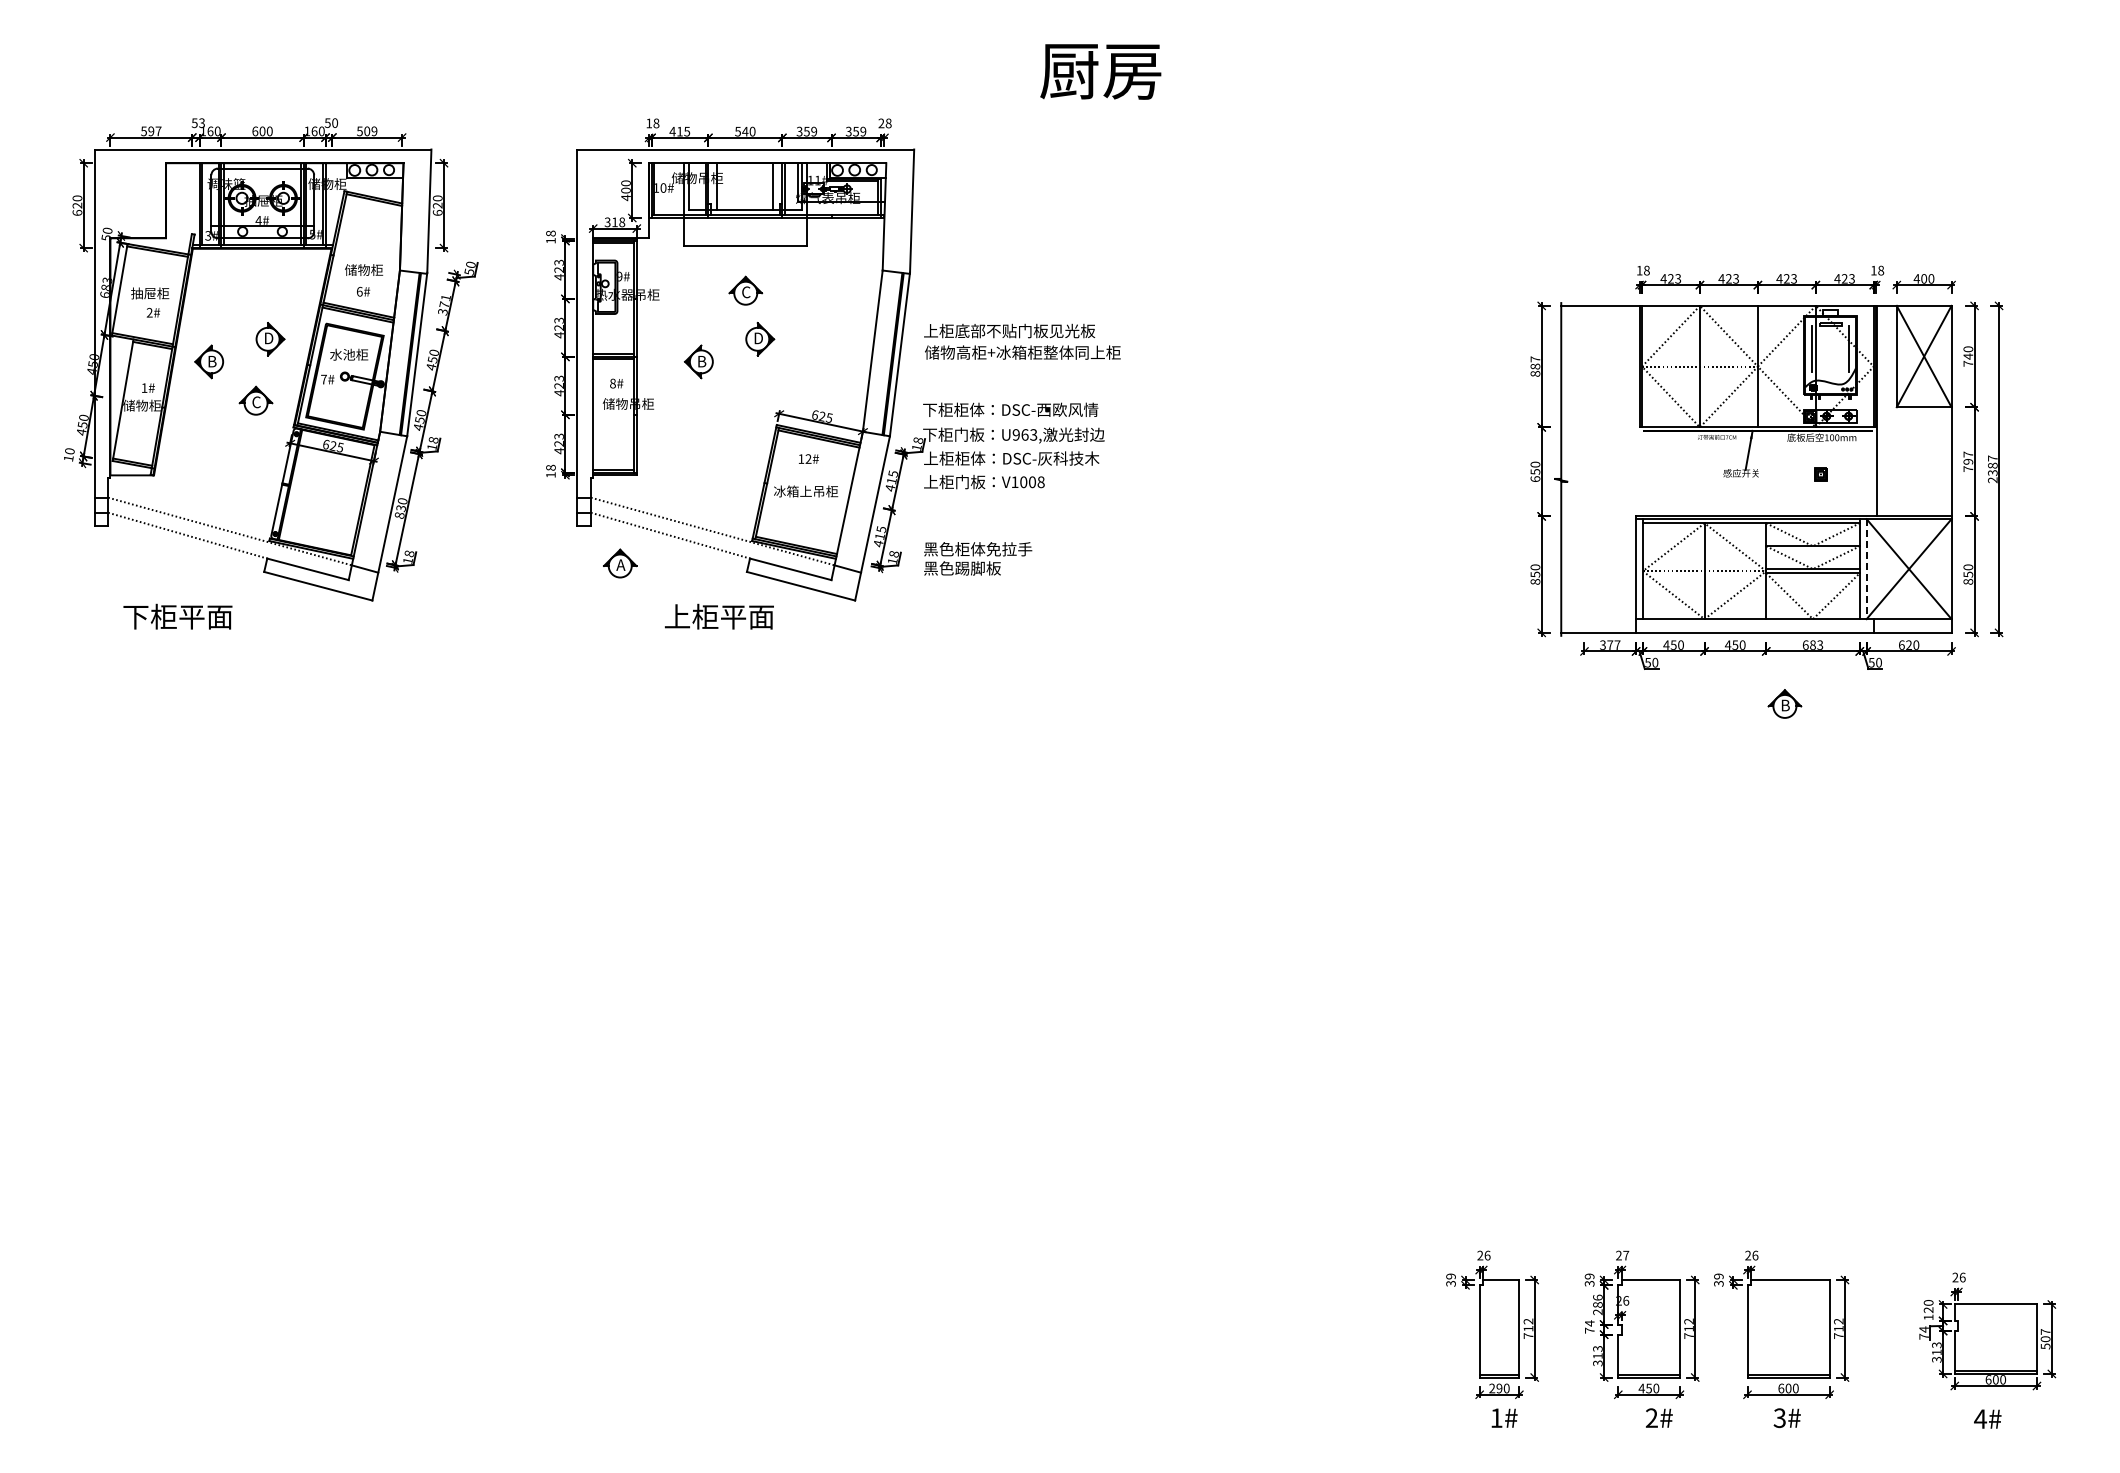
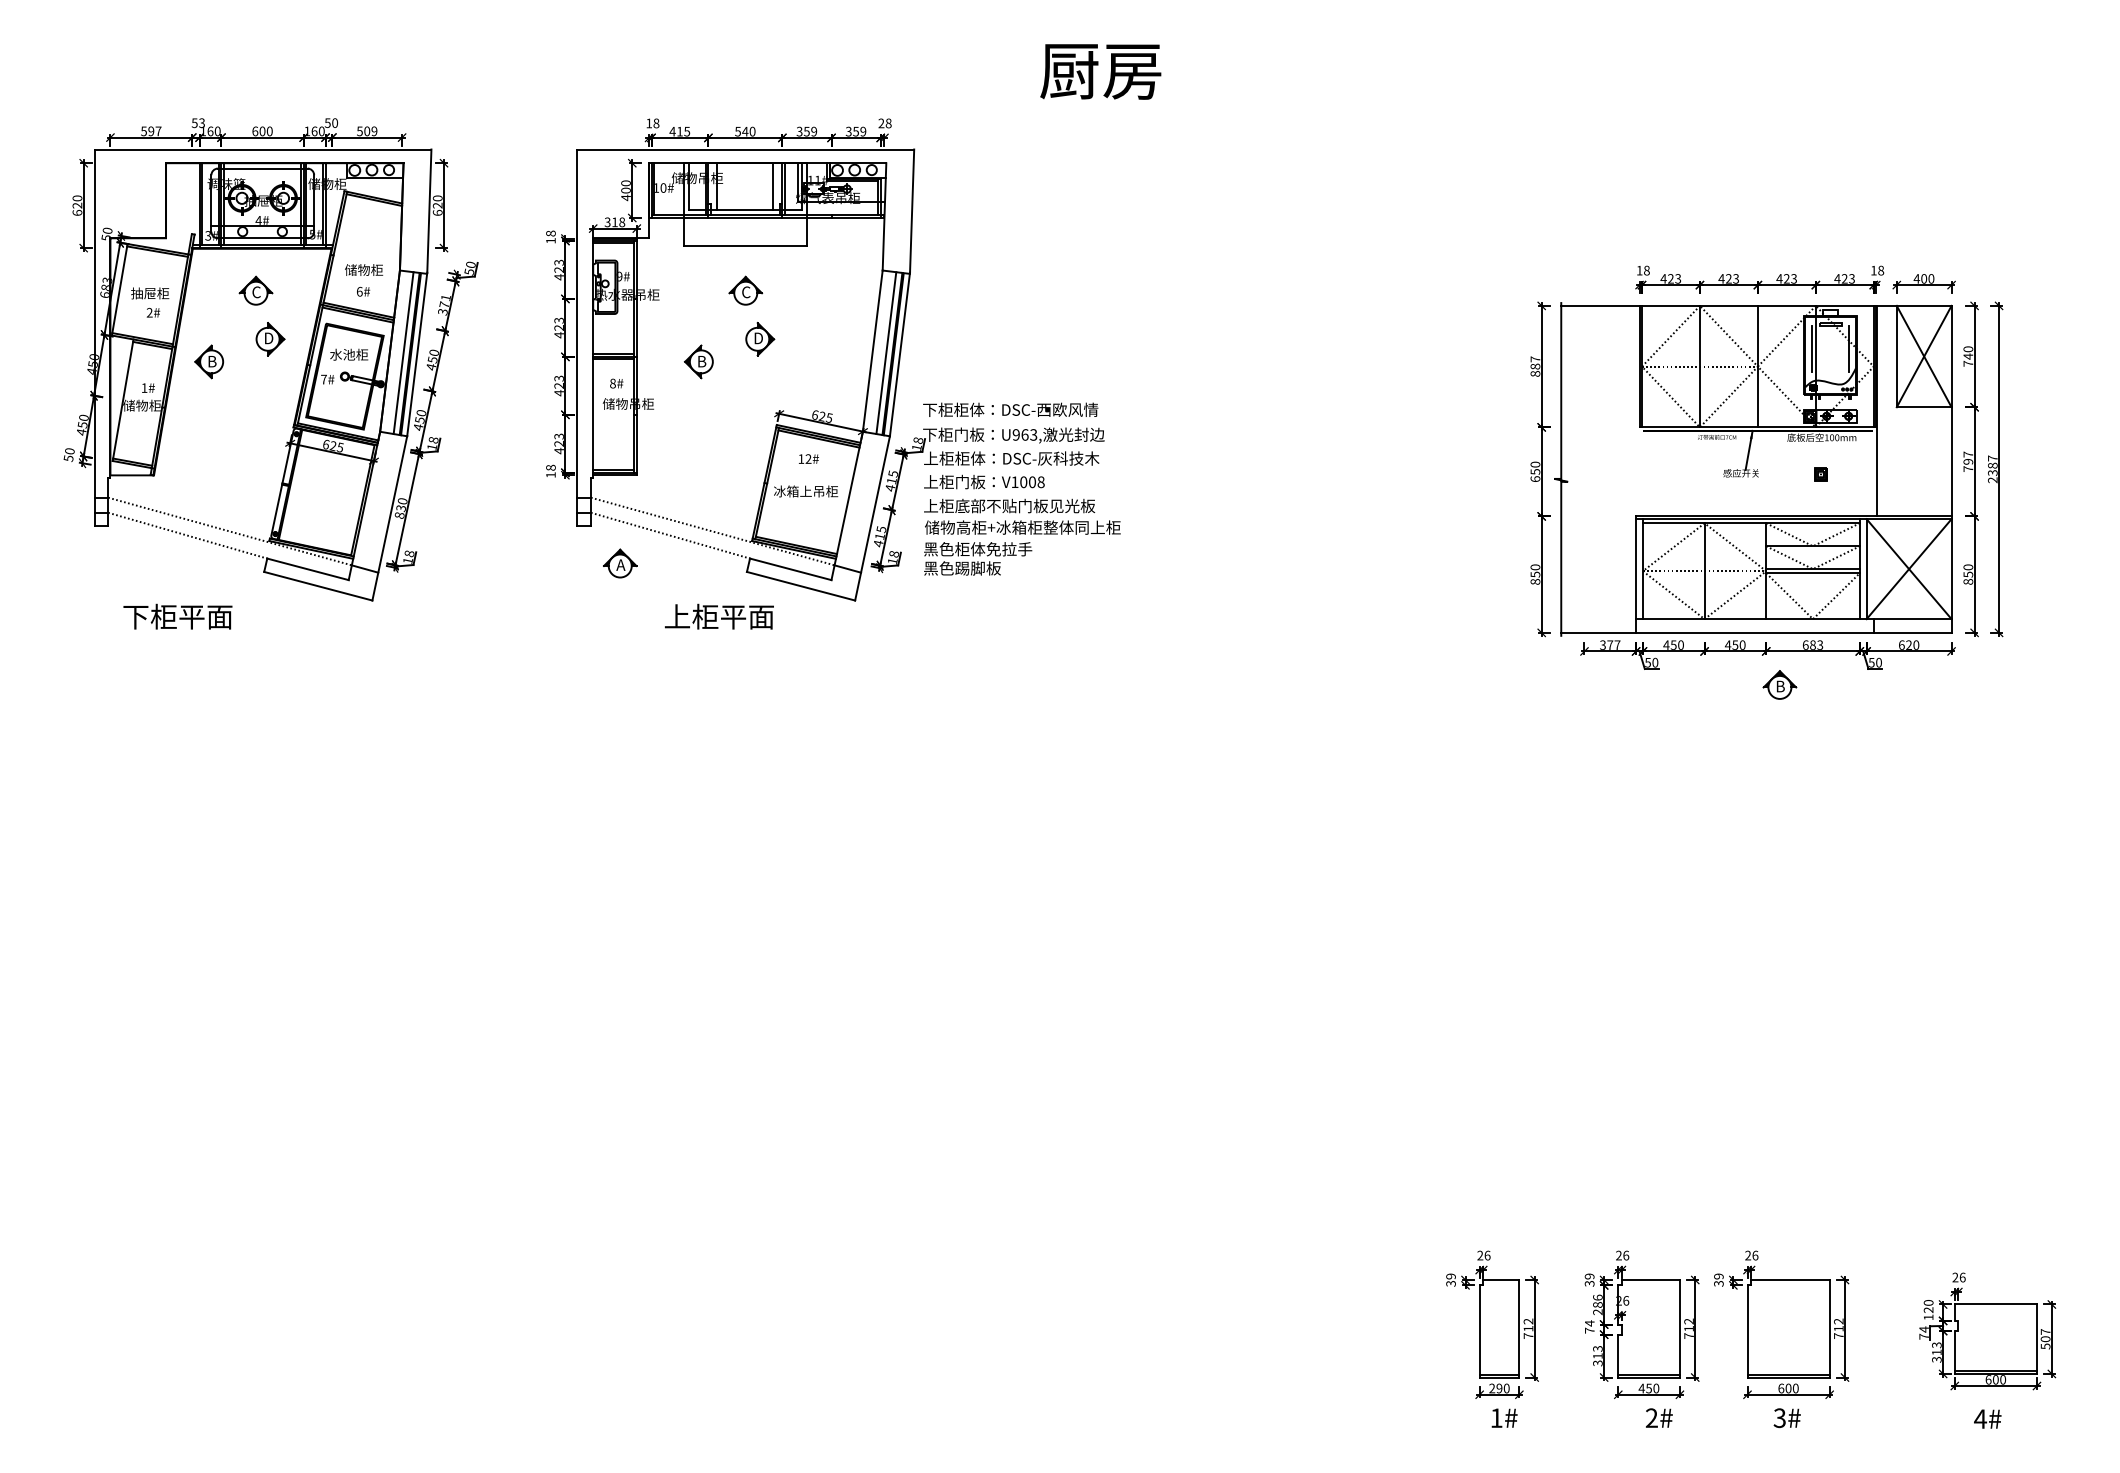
text at (1022, 341) position: (1022, 341) -> (1022, 516)
line at (403, 353): none -> present
line at (886, 353): none -> present
part at (255, 400) position: (255, 400) -> (255, 290)
text at (68, 458): 10 -> 50
line at (1866, 569): dashed -> solid
part at (1784, 703) position: (1784, 703) -> (1779, 684)
text at (1626, 1255): 27 -> 26
